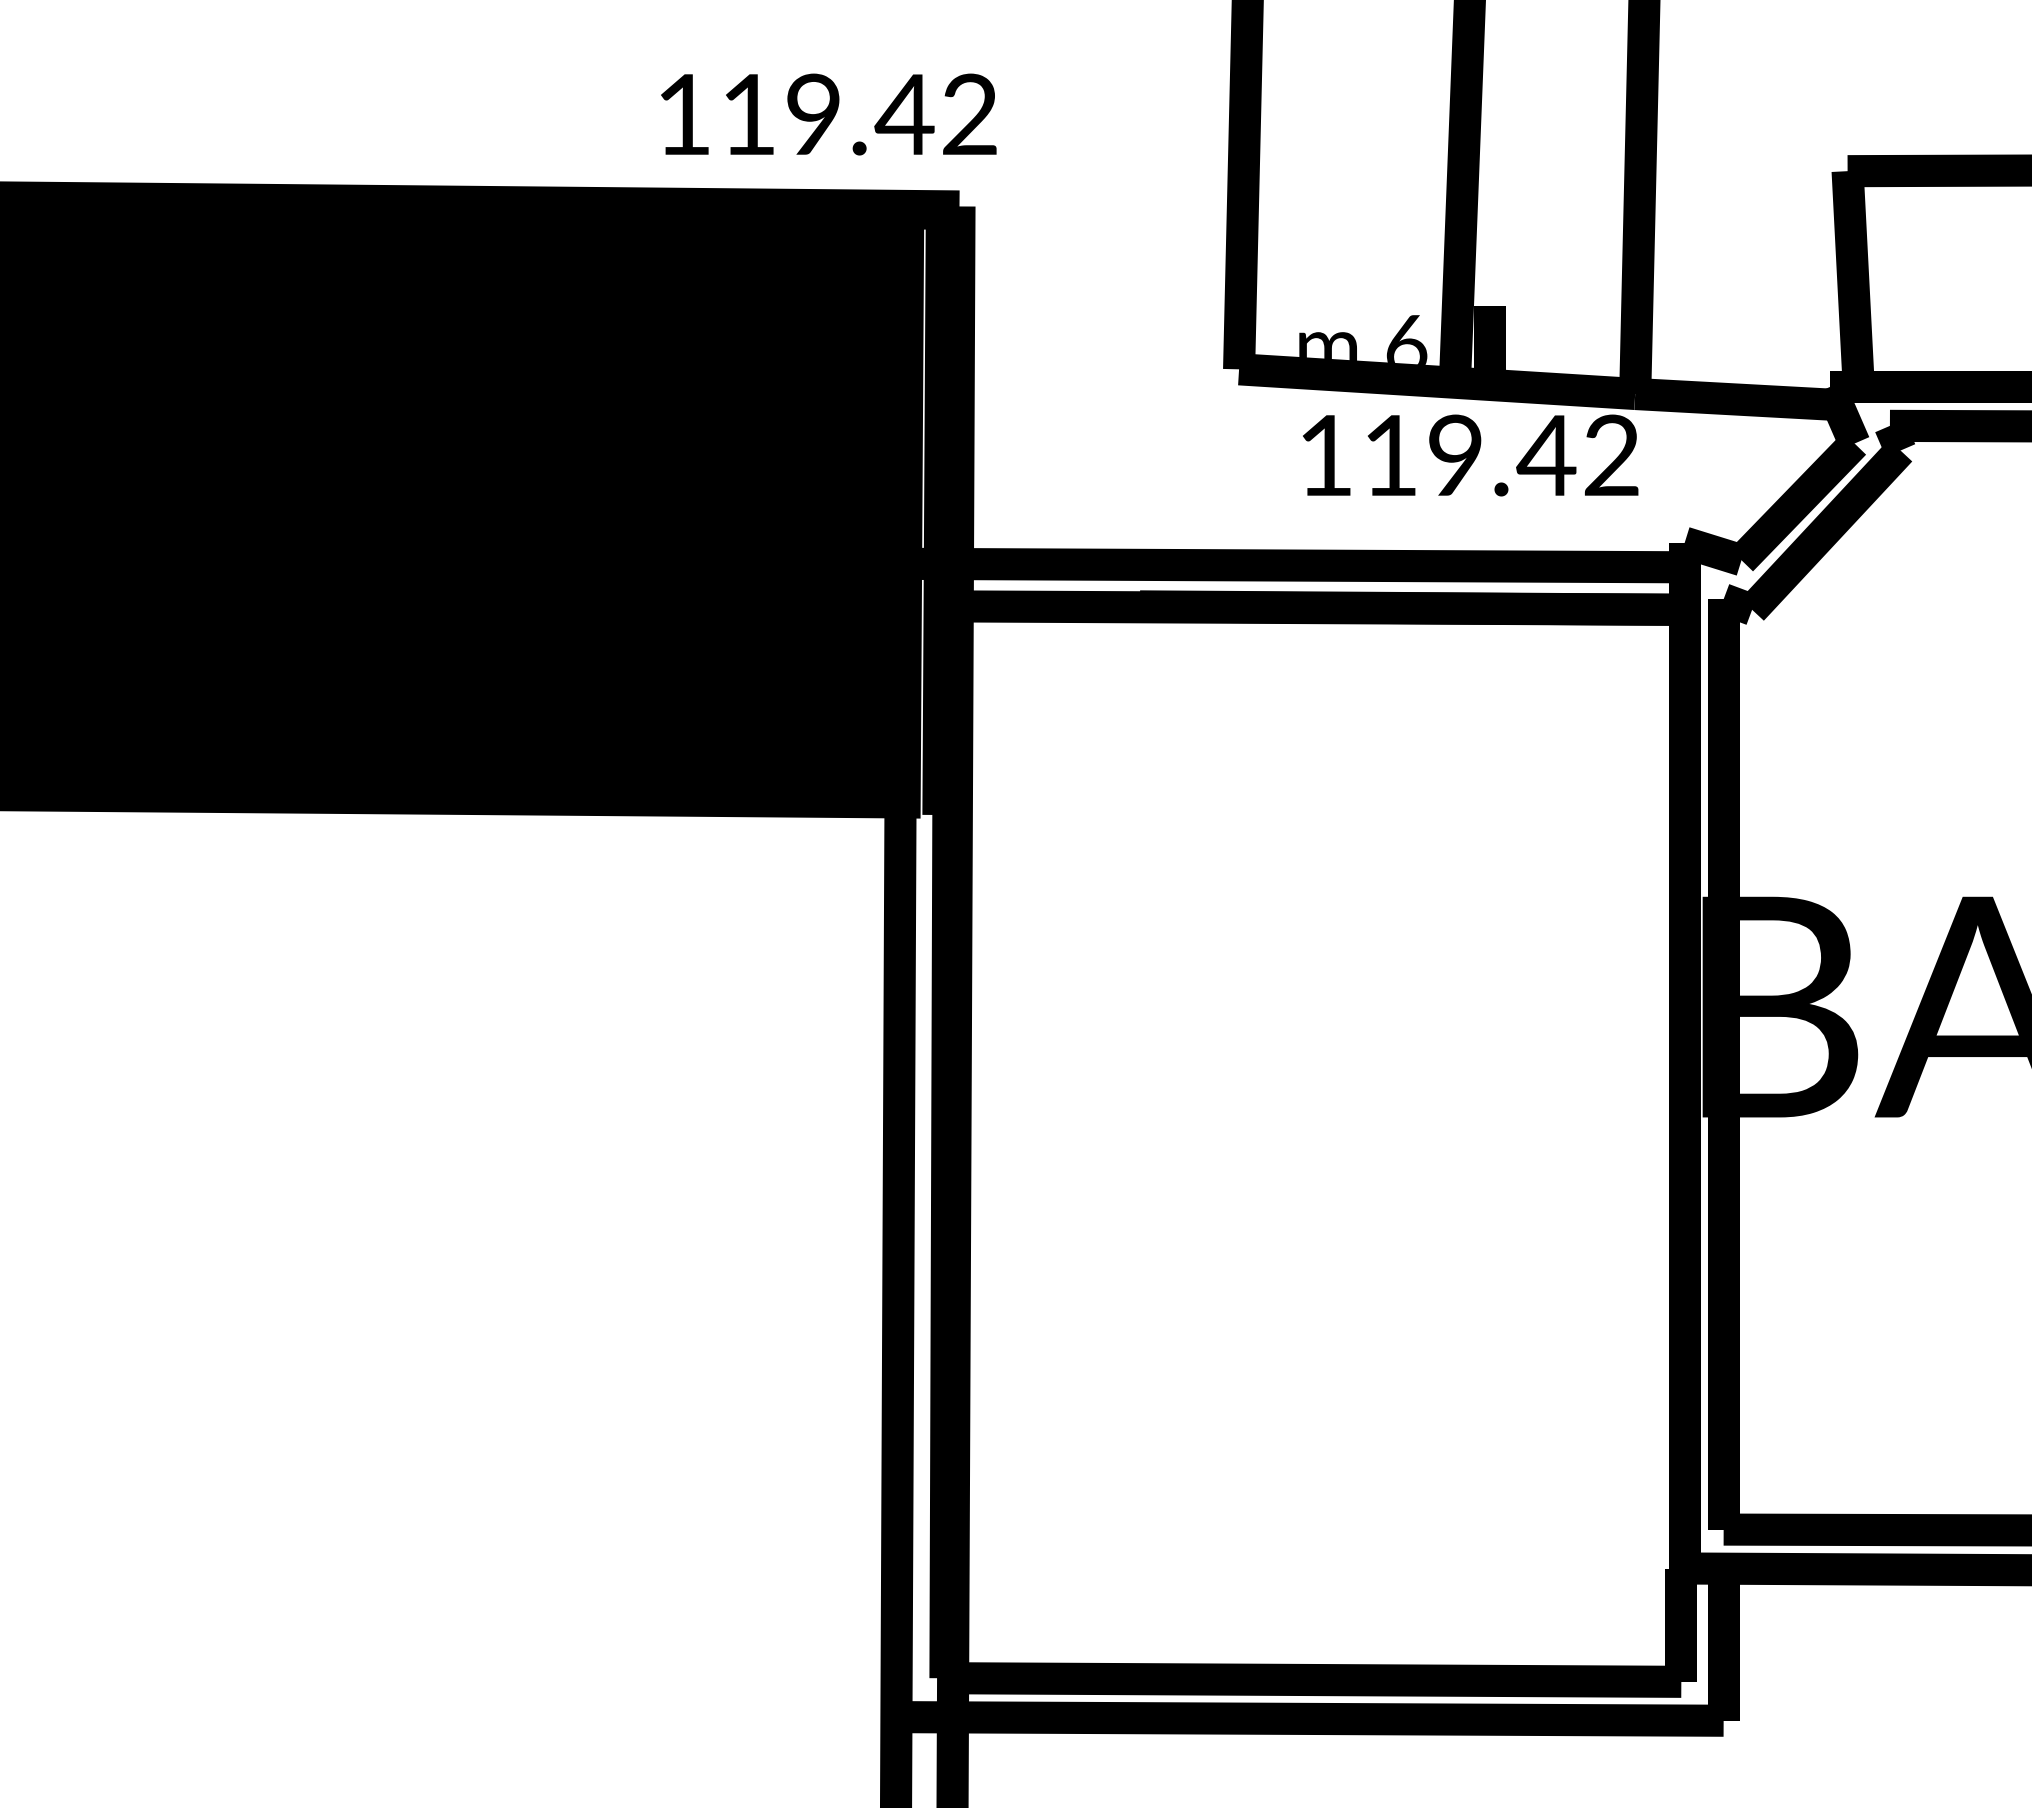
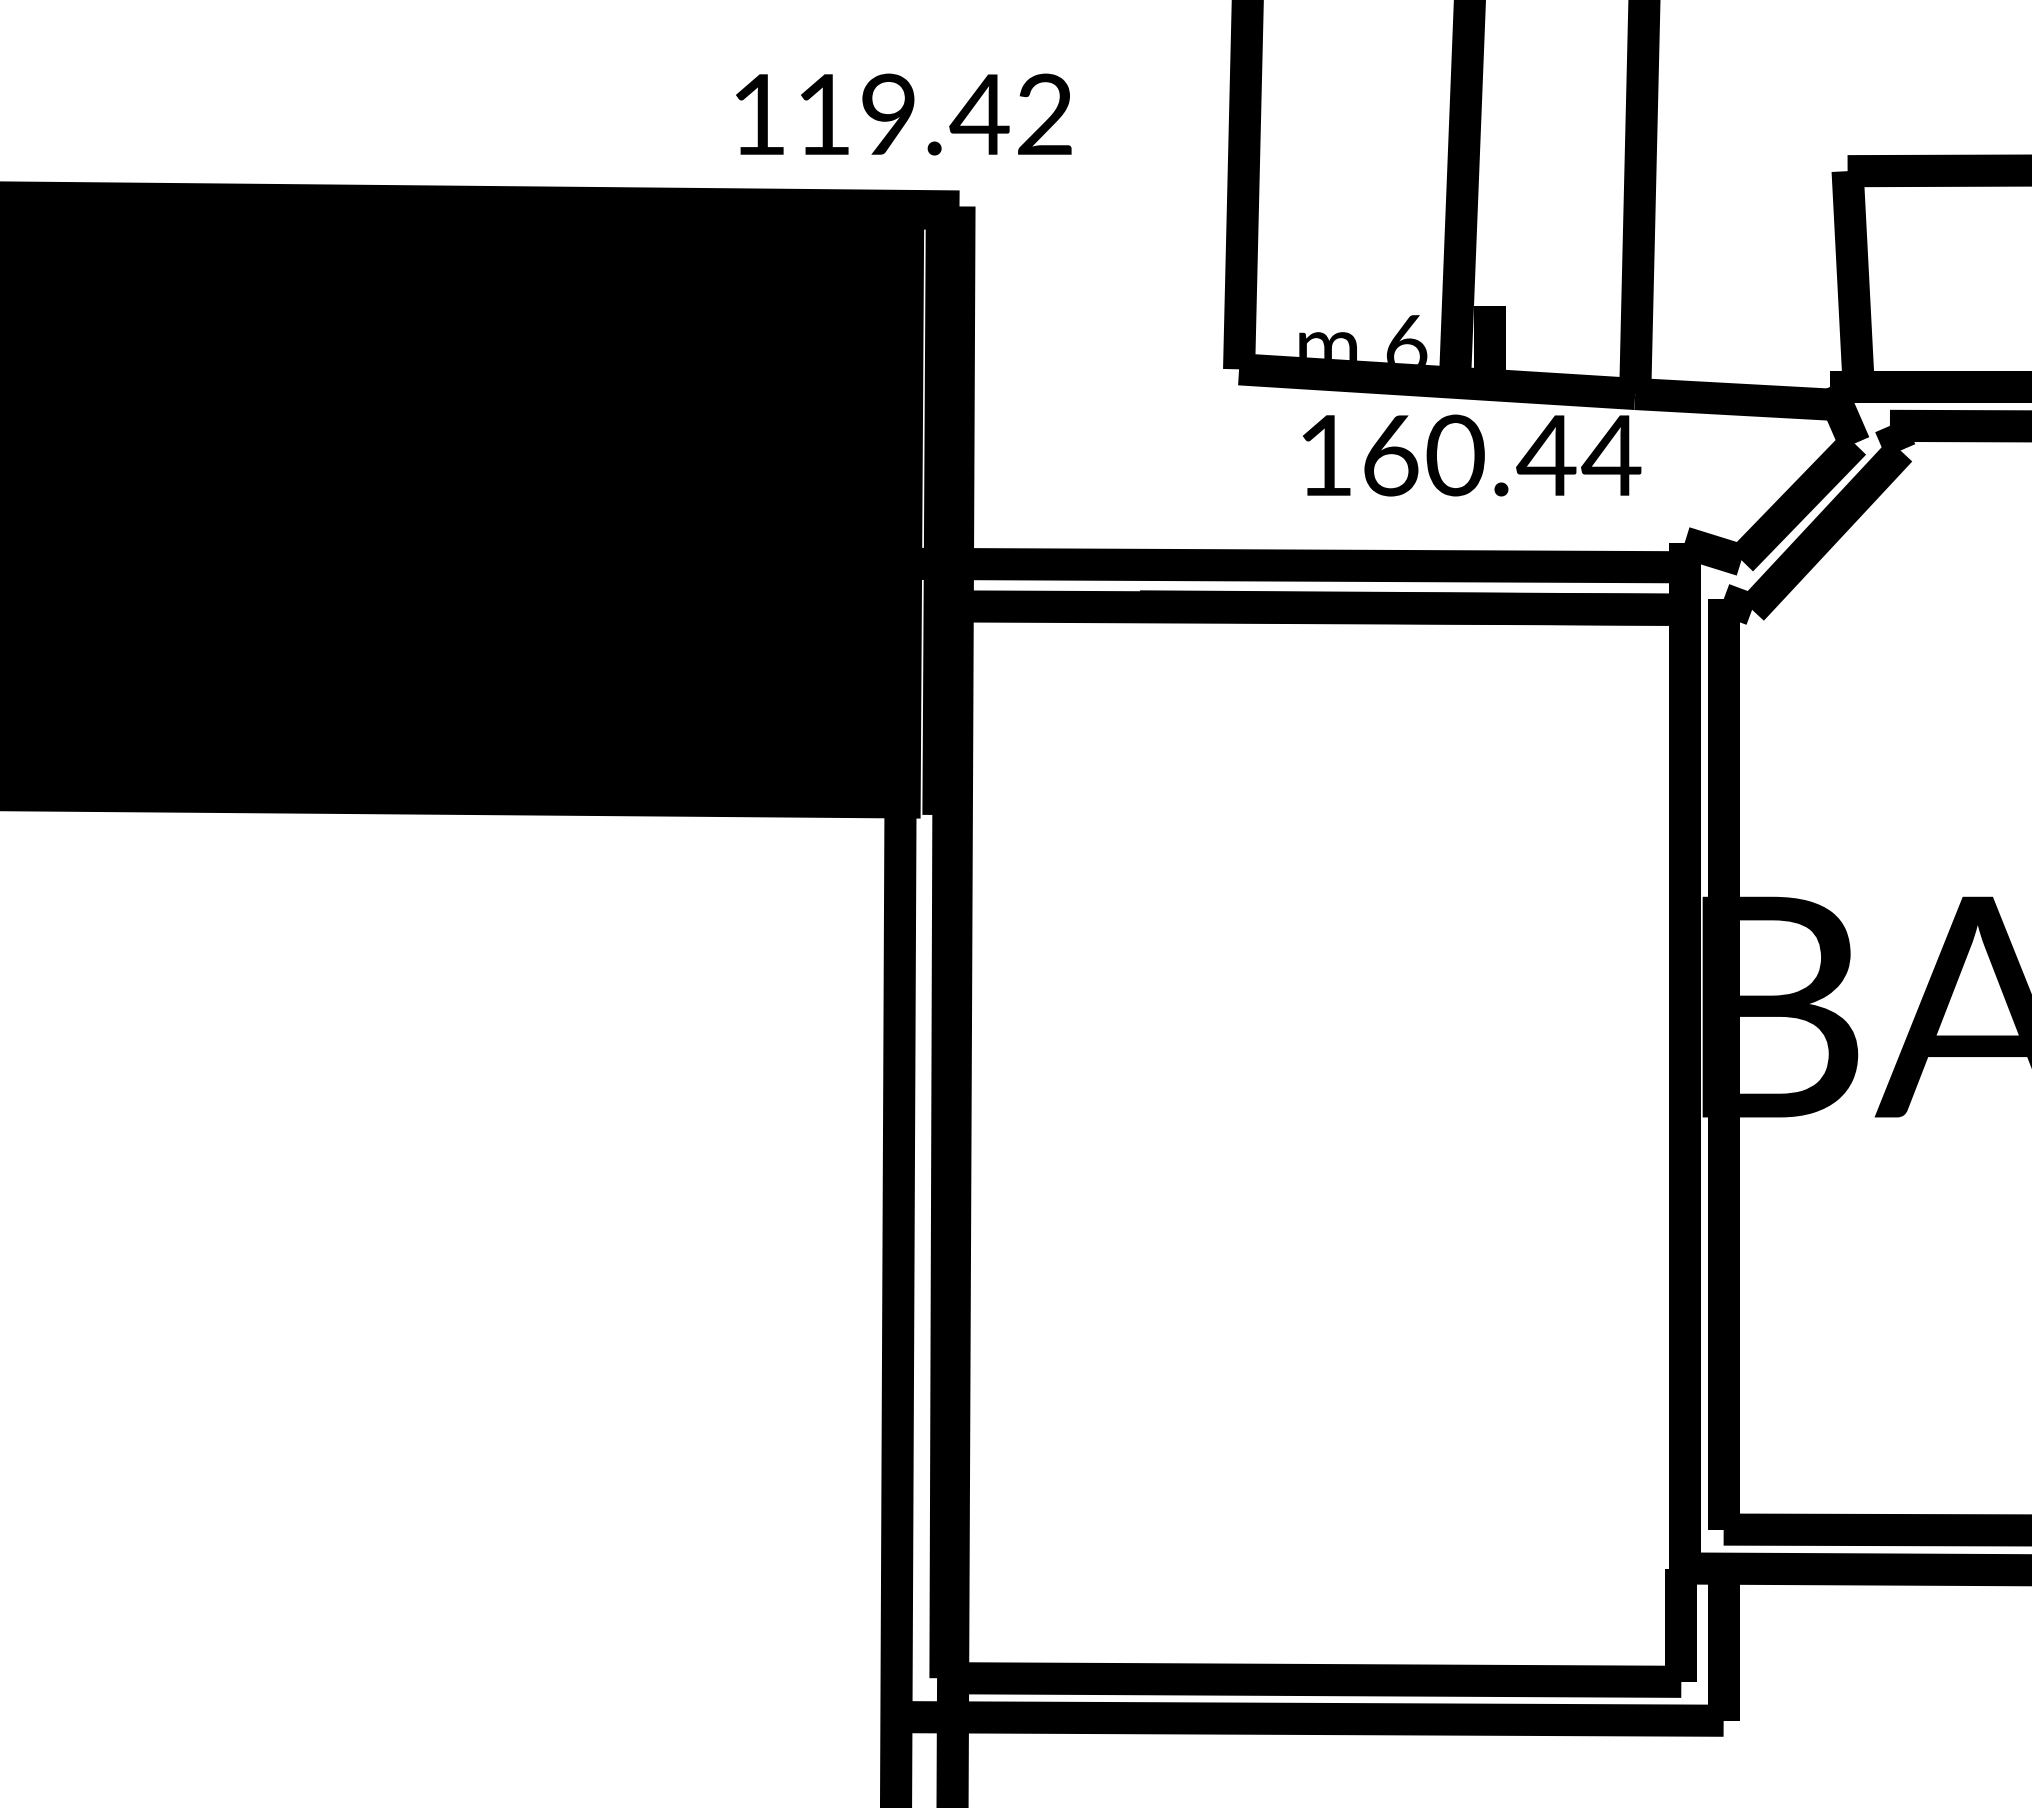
text at (828, 114) position: (828, 114) -> (903, 114)
text at (1502, 455): 119.42 -> 160.44
